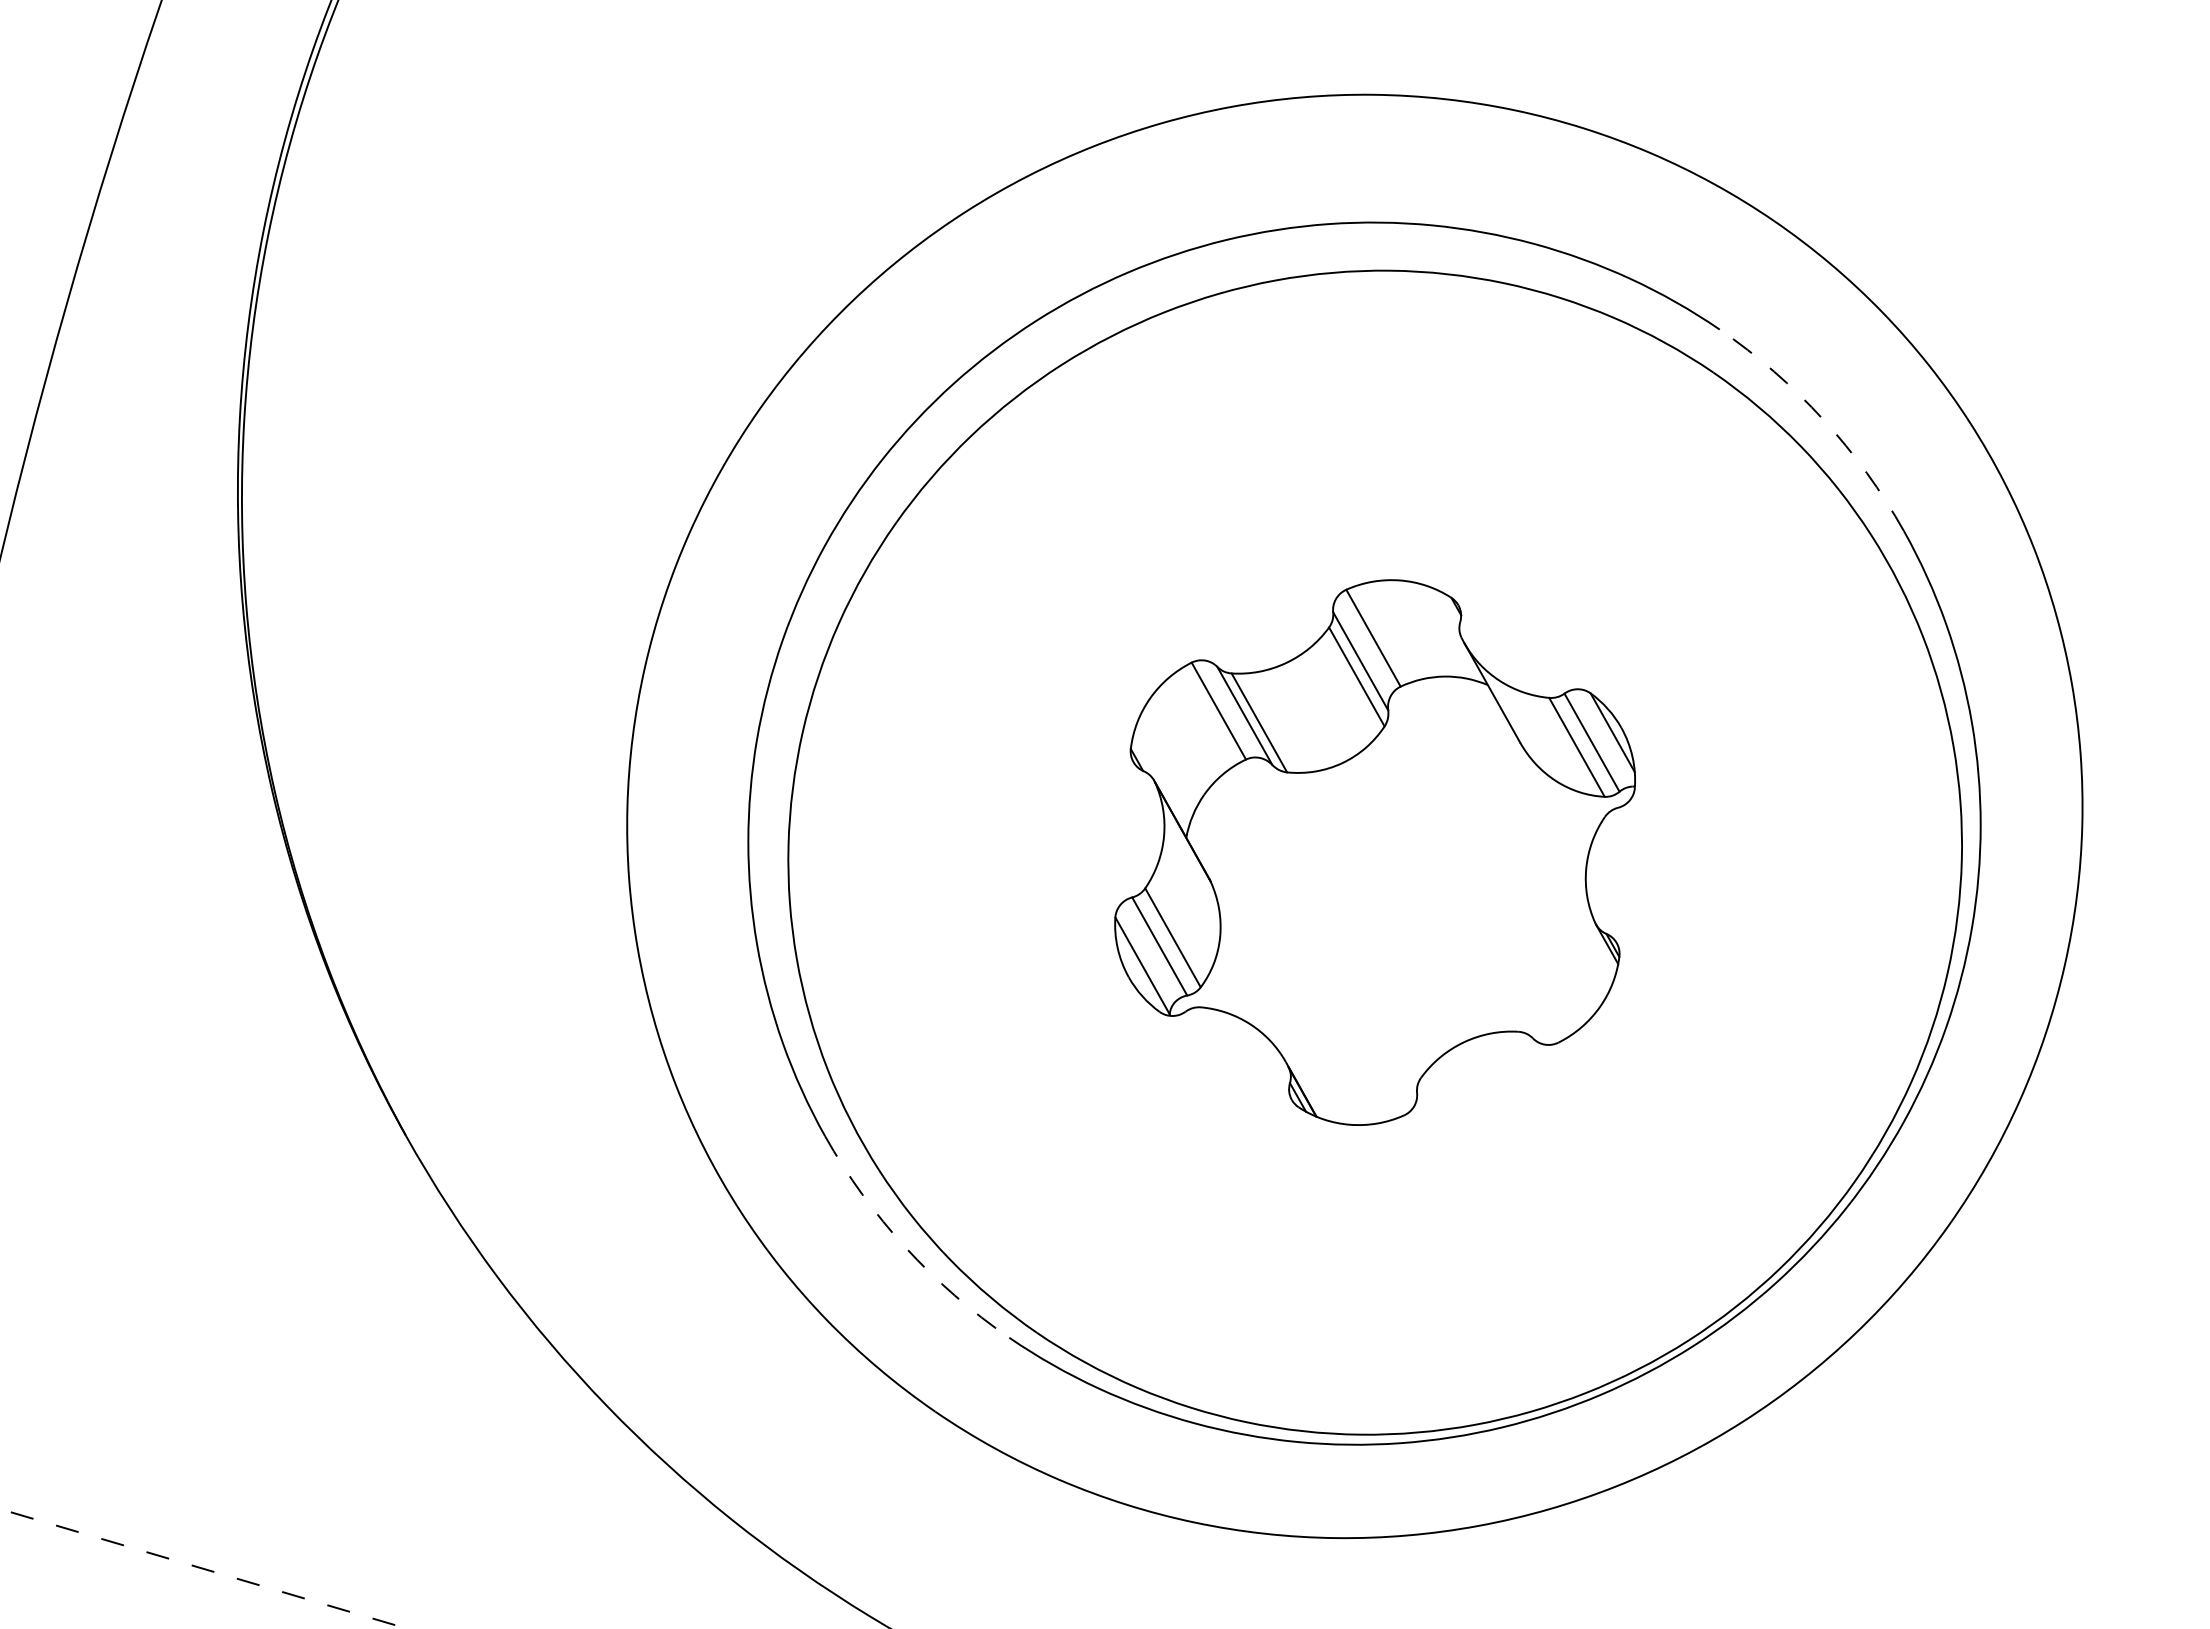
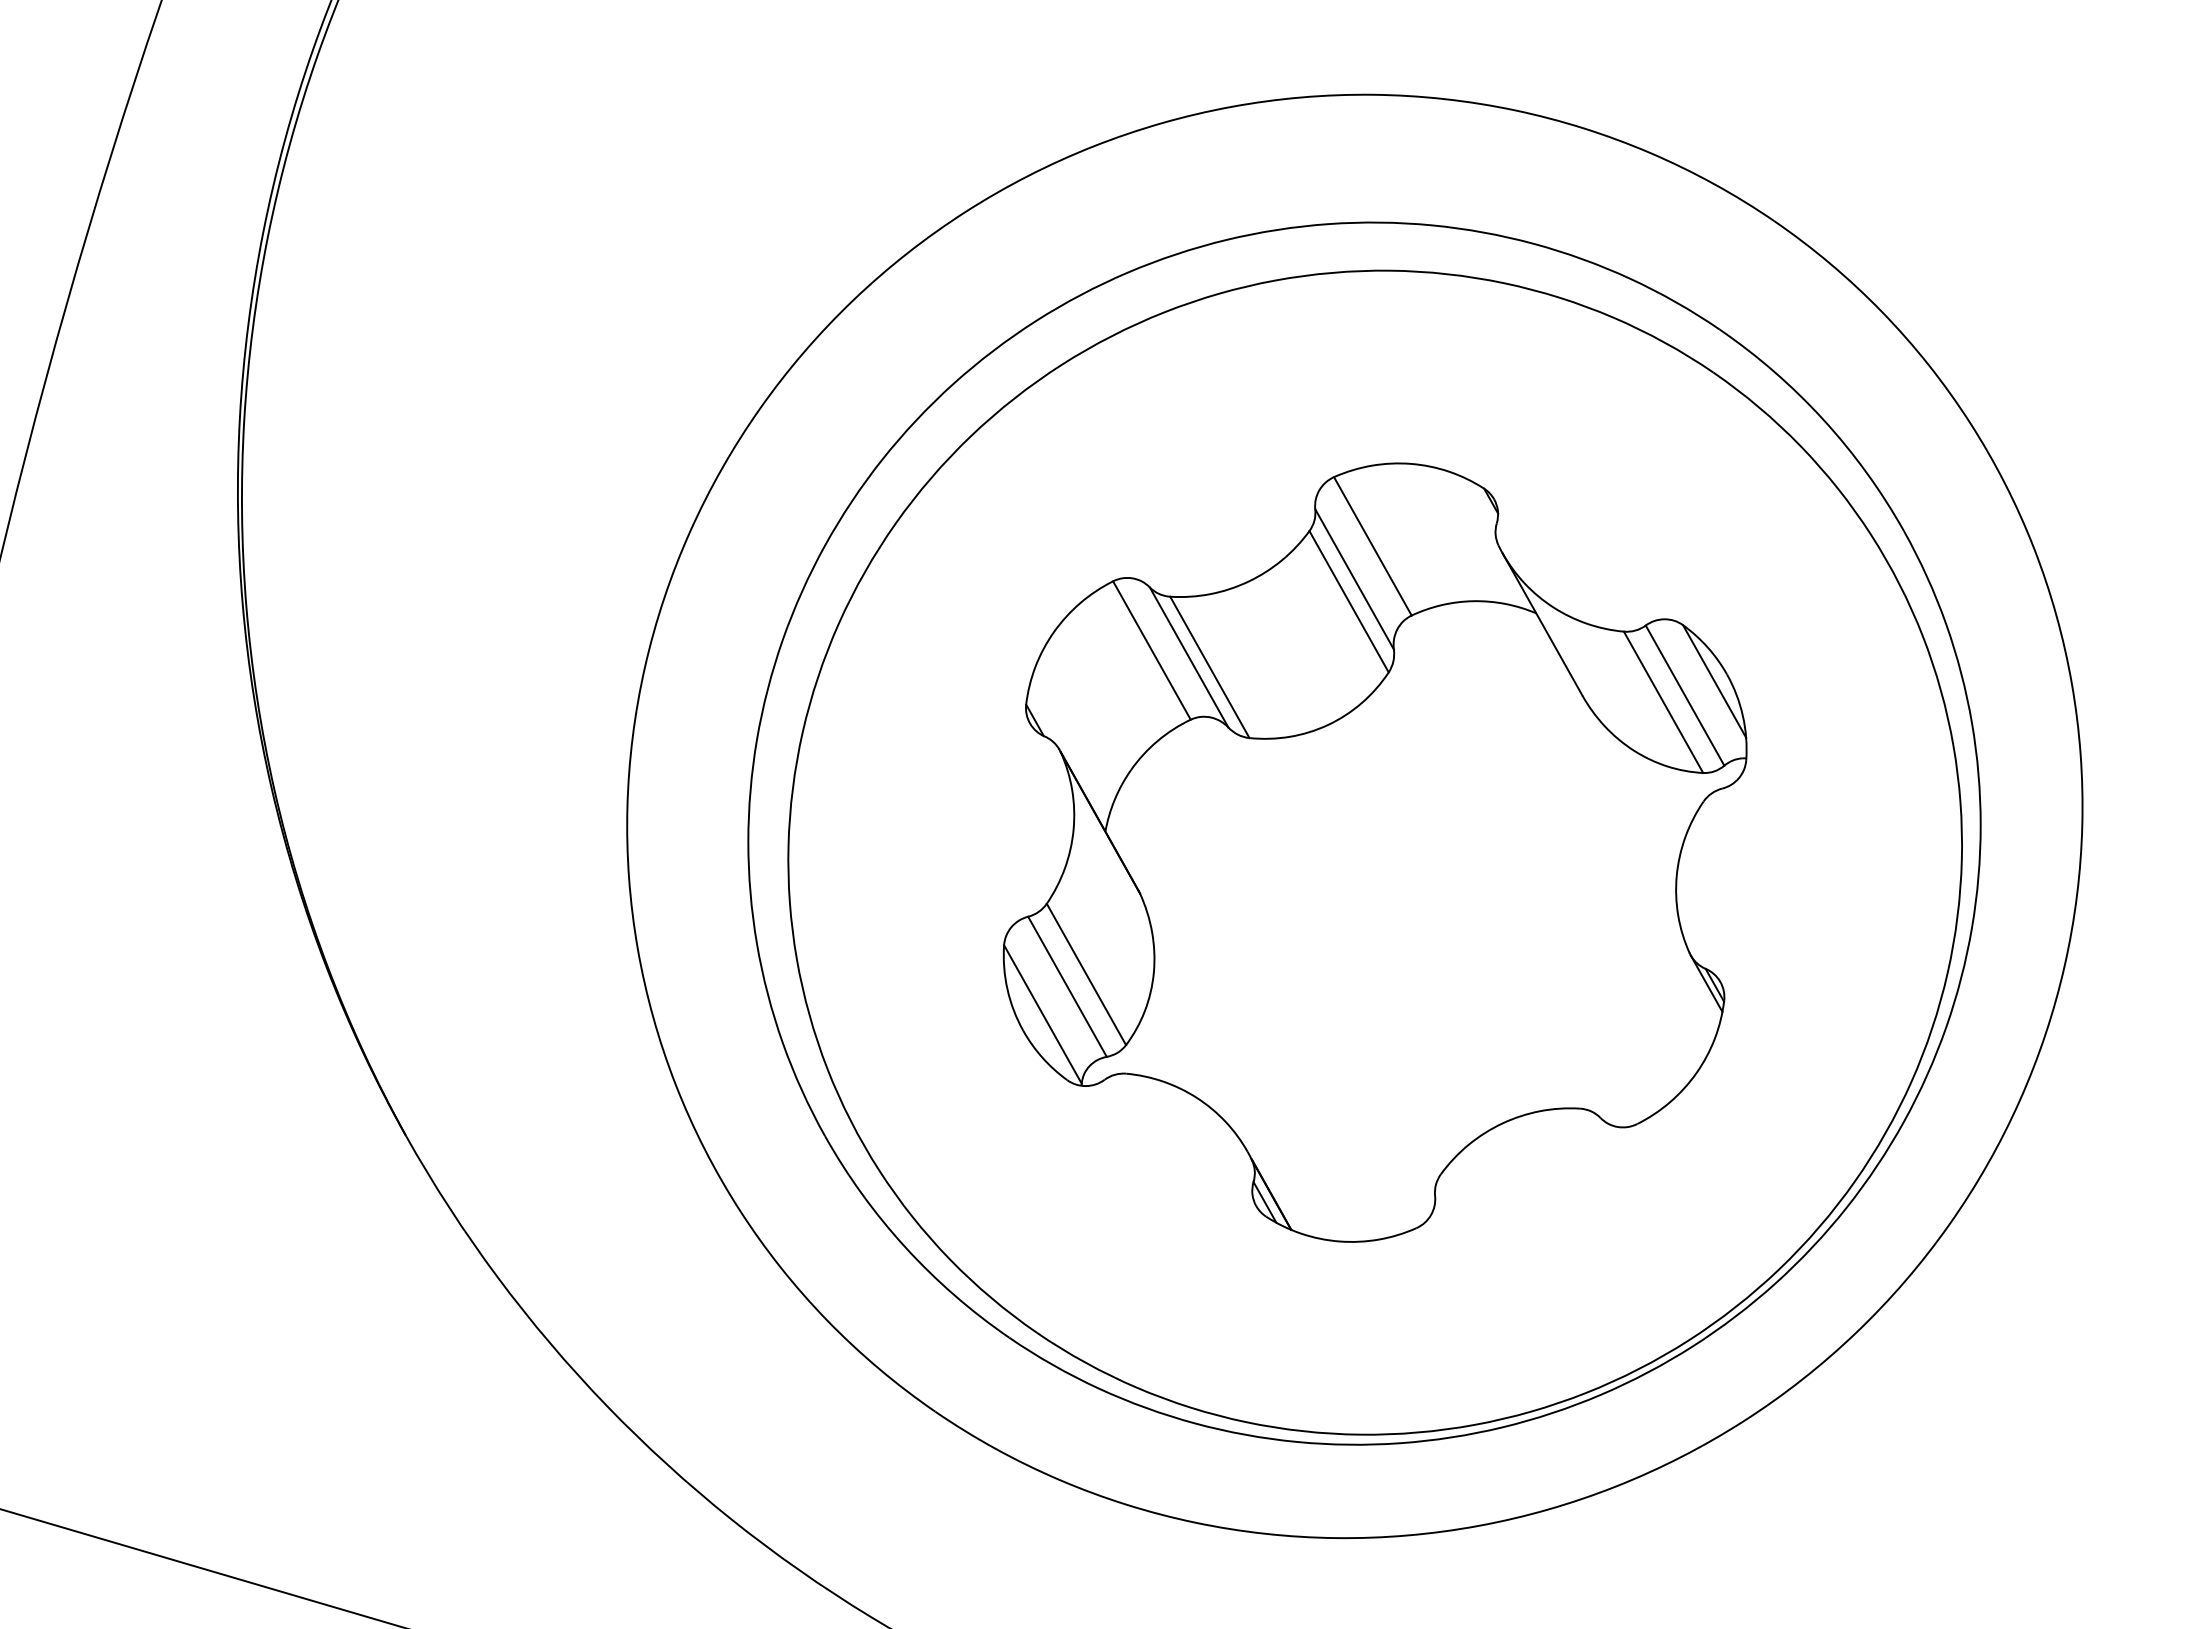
arc at (1823, 419): dashed -> solid
part at (1374, 852) size: 522x547 px -> 746x781 px
arc at (905, 1247): dashed -> solid
line at (204, 1569): dashed -> solid
